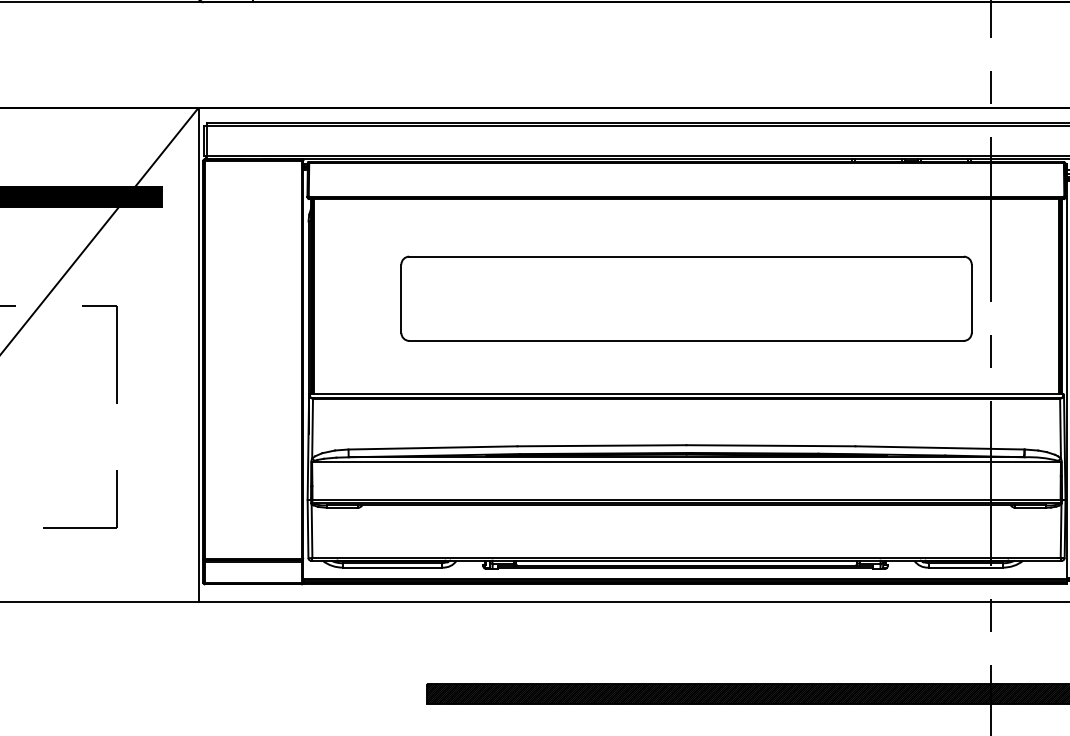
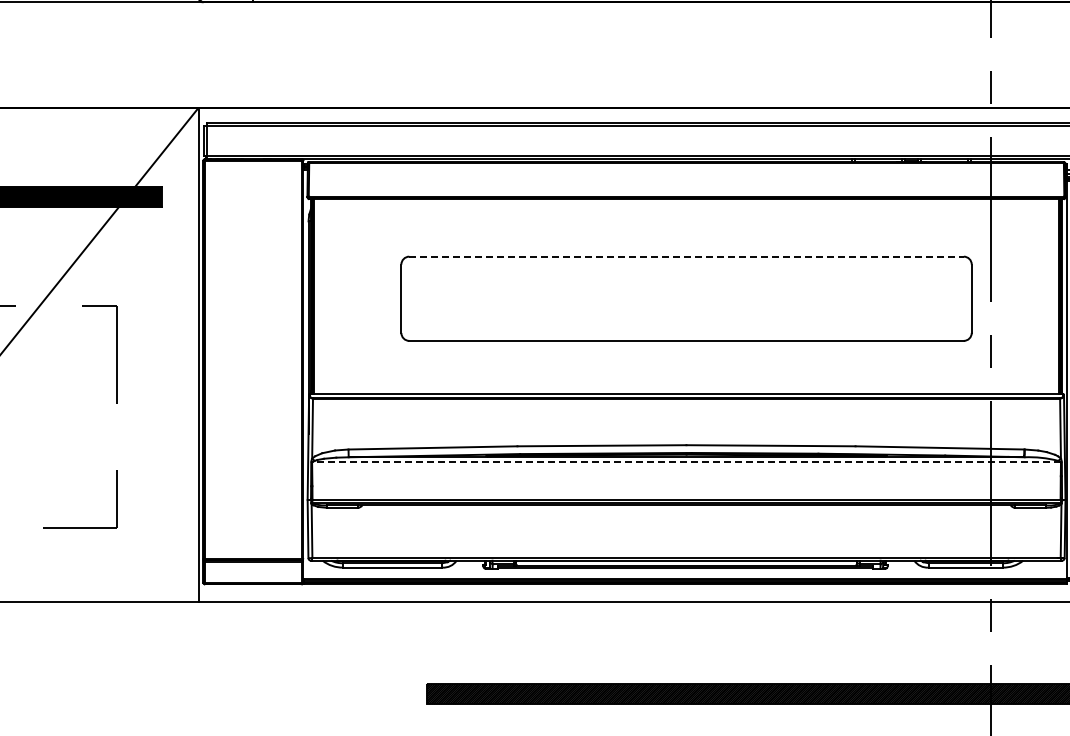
line at (687, 256): solid -> dashed
line at (686, 462): solid -> dashed
